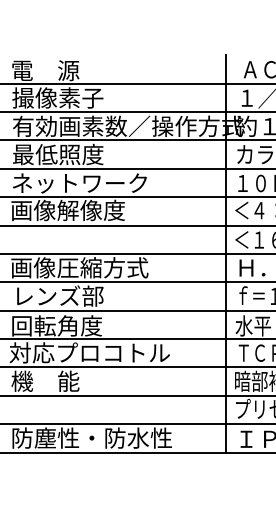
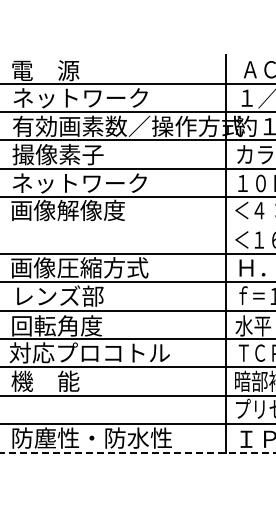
text at (79, 97): 撮像素子 -> ネットワーク
text at (57, 154): 最低照度 -> 撮像素子
line at (137, 225): present -> none
line at (138, 452): solid -> dashed
